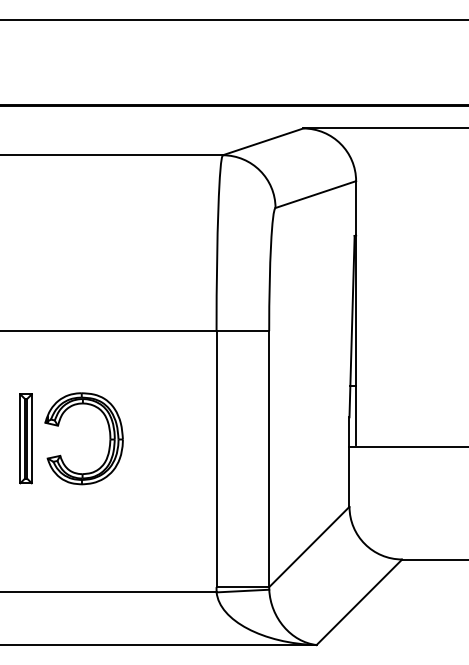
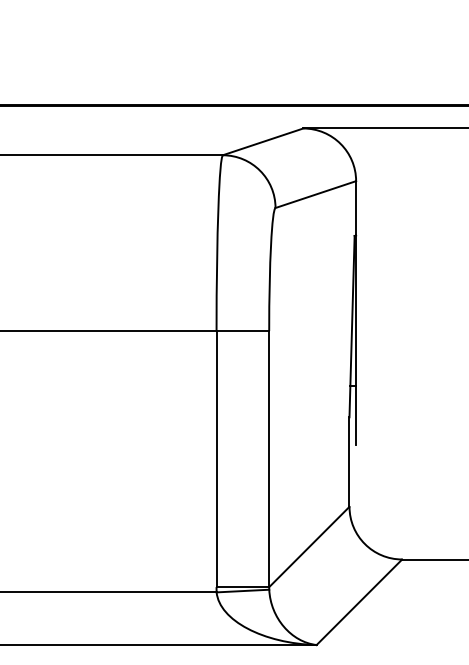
line at (233, 19): present -> none
part at (25, 438): present -> none
part at (109, 438): present -> none
line at (407, 447): present -> none
